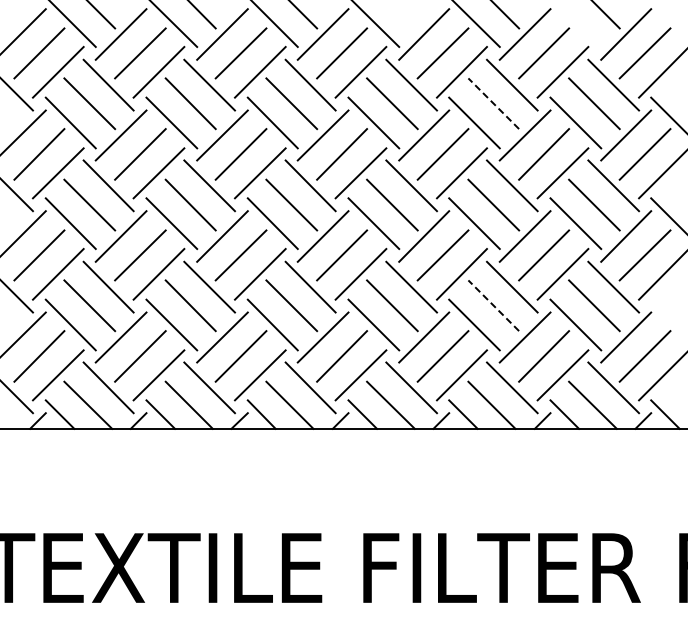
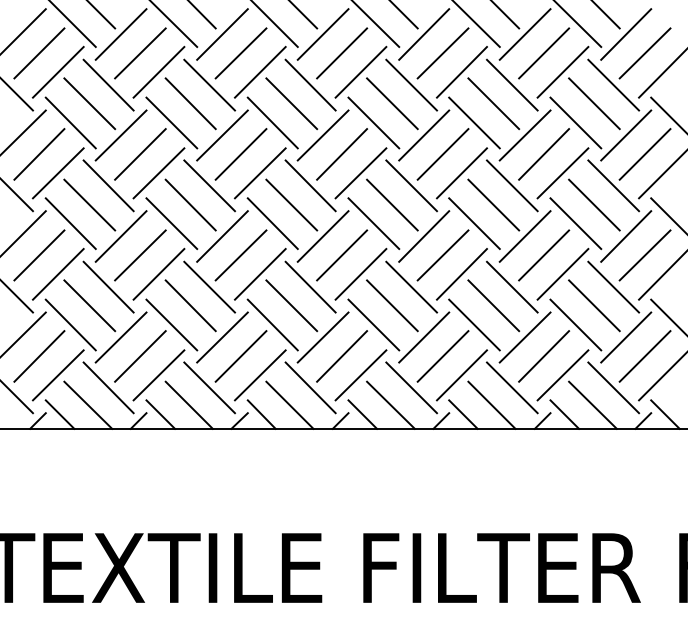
line at (404, 15): none -> present
line at (578, 24): none -> present
line at (493, 103): dashed -> solid
line at (493, 305): dashed -> solid
line at (667, 316): none -> present
